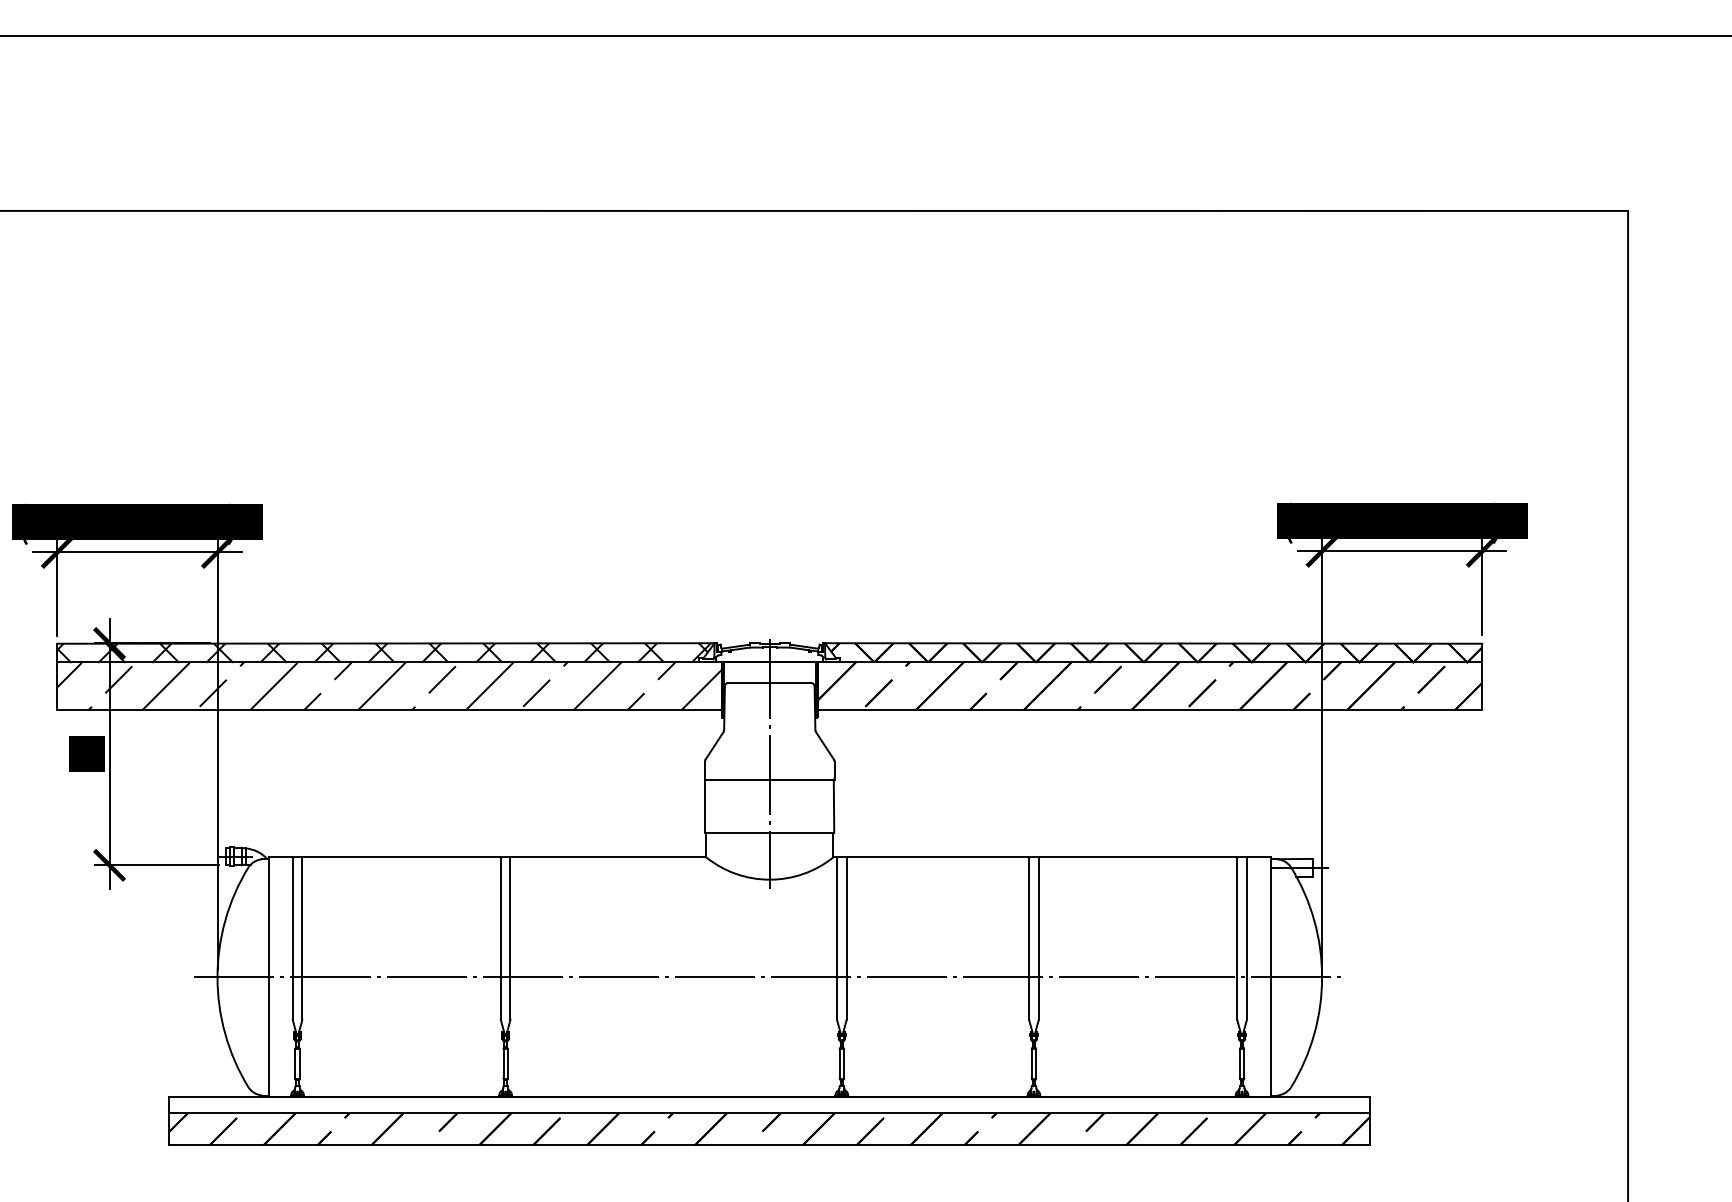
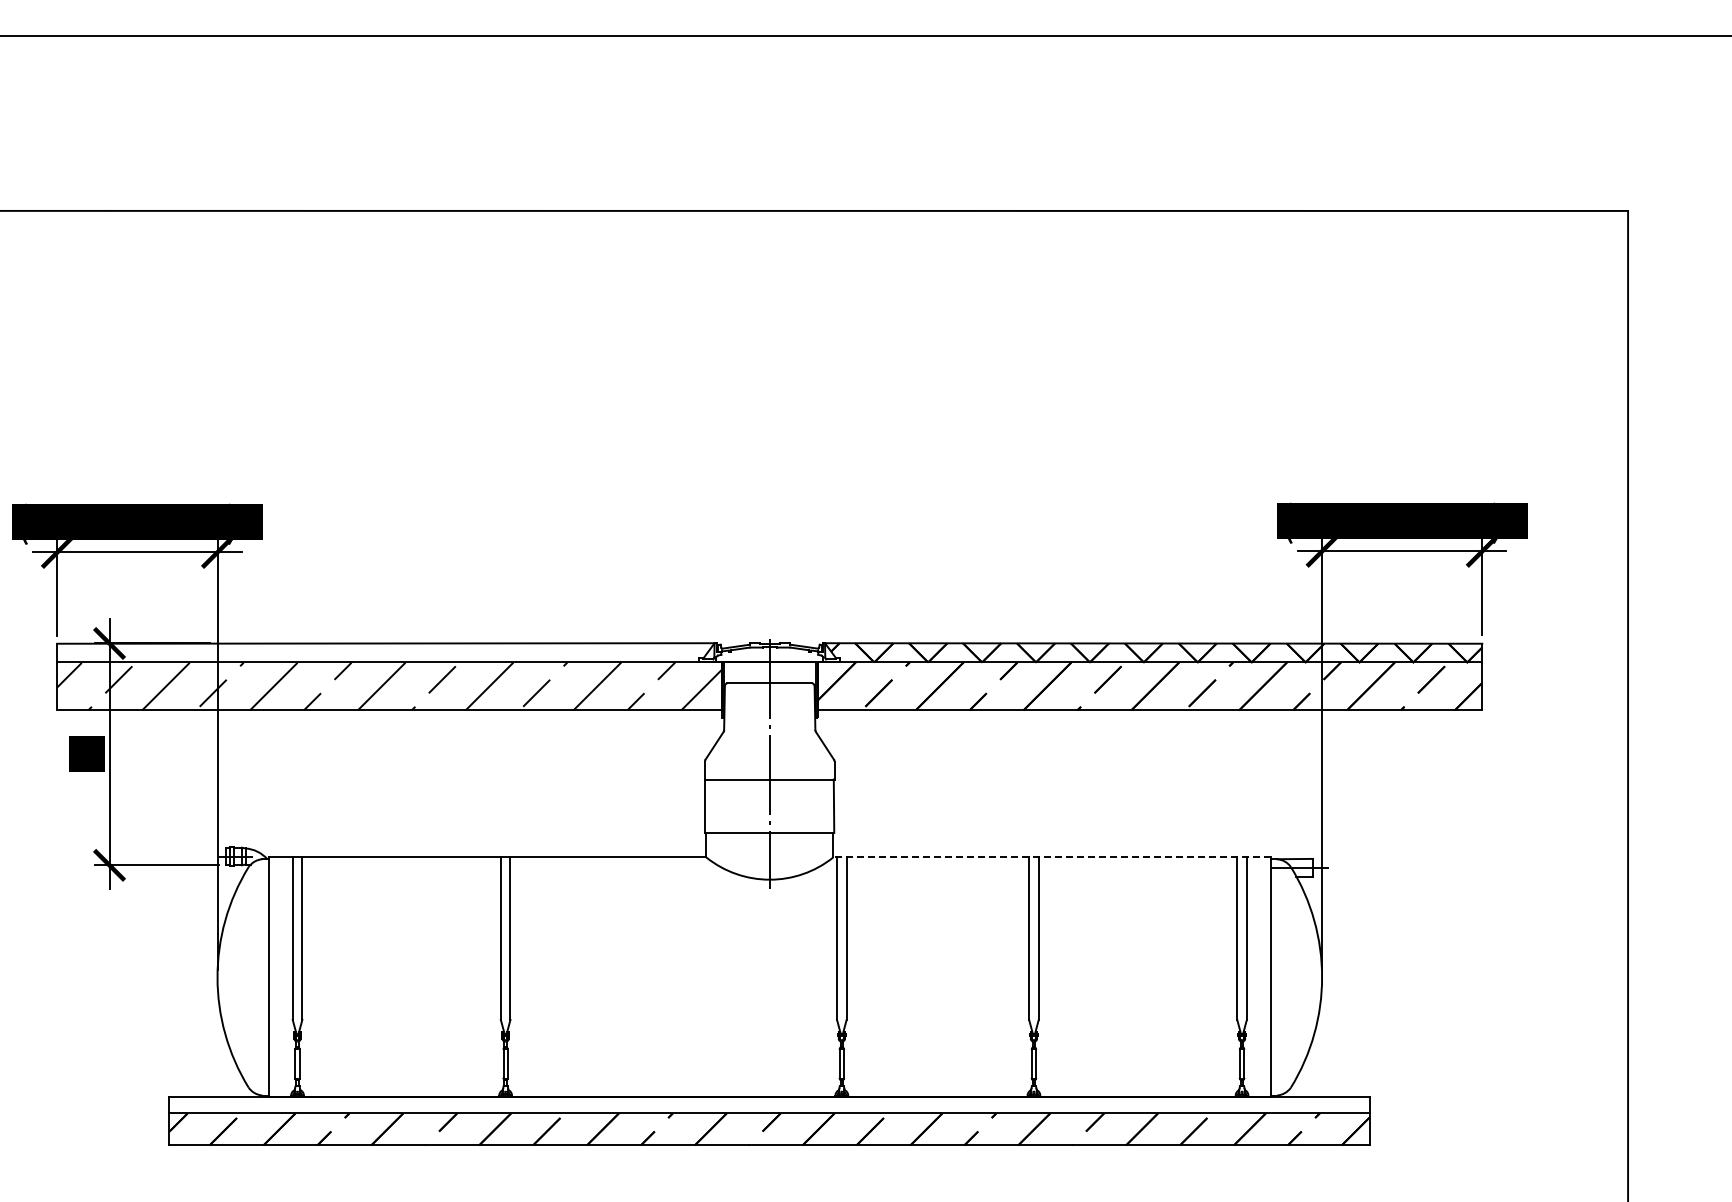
hatch at (384, 652): present -> none
line at (1052, 857): solid -> dashed
line at (770, 977): present -> none
